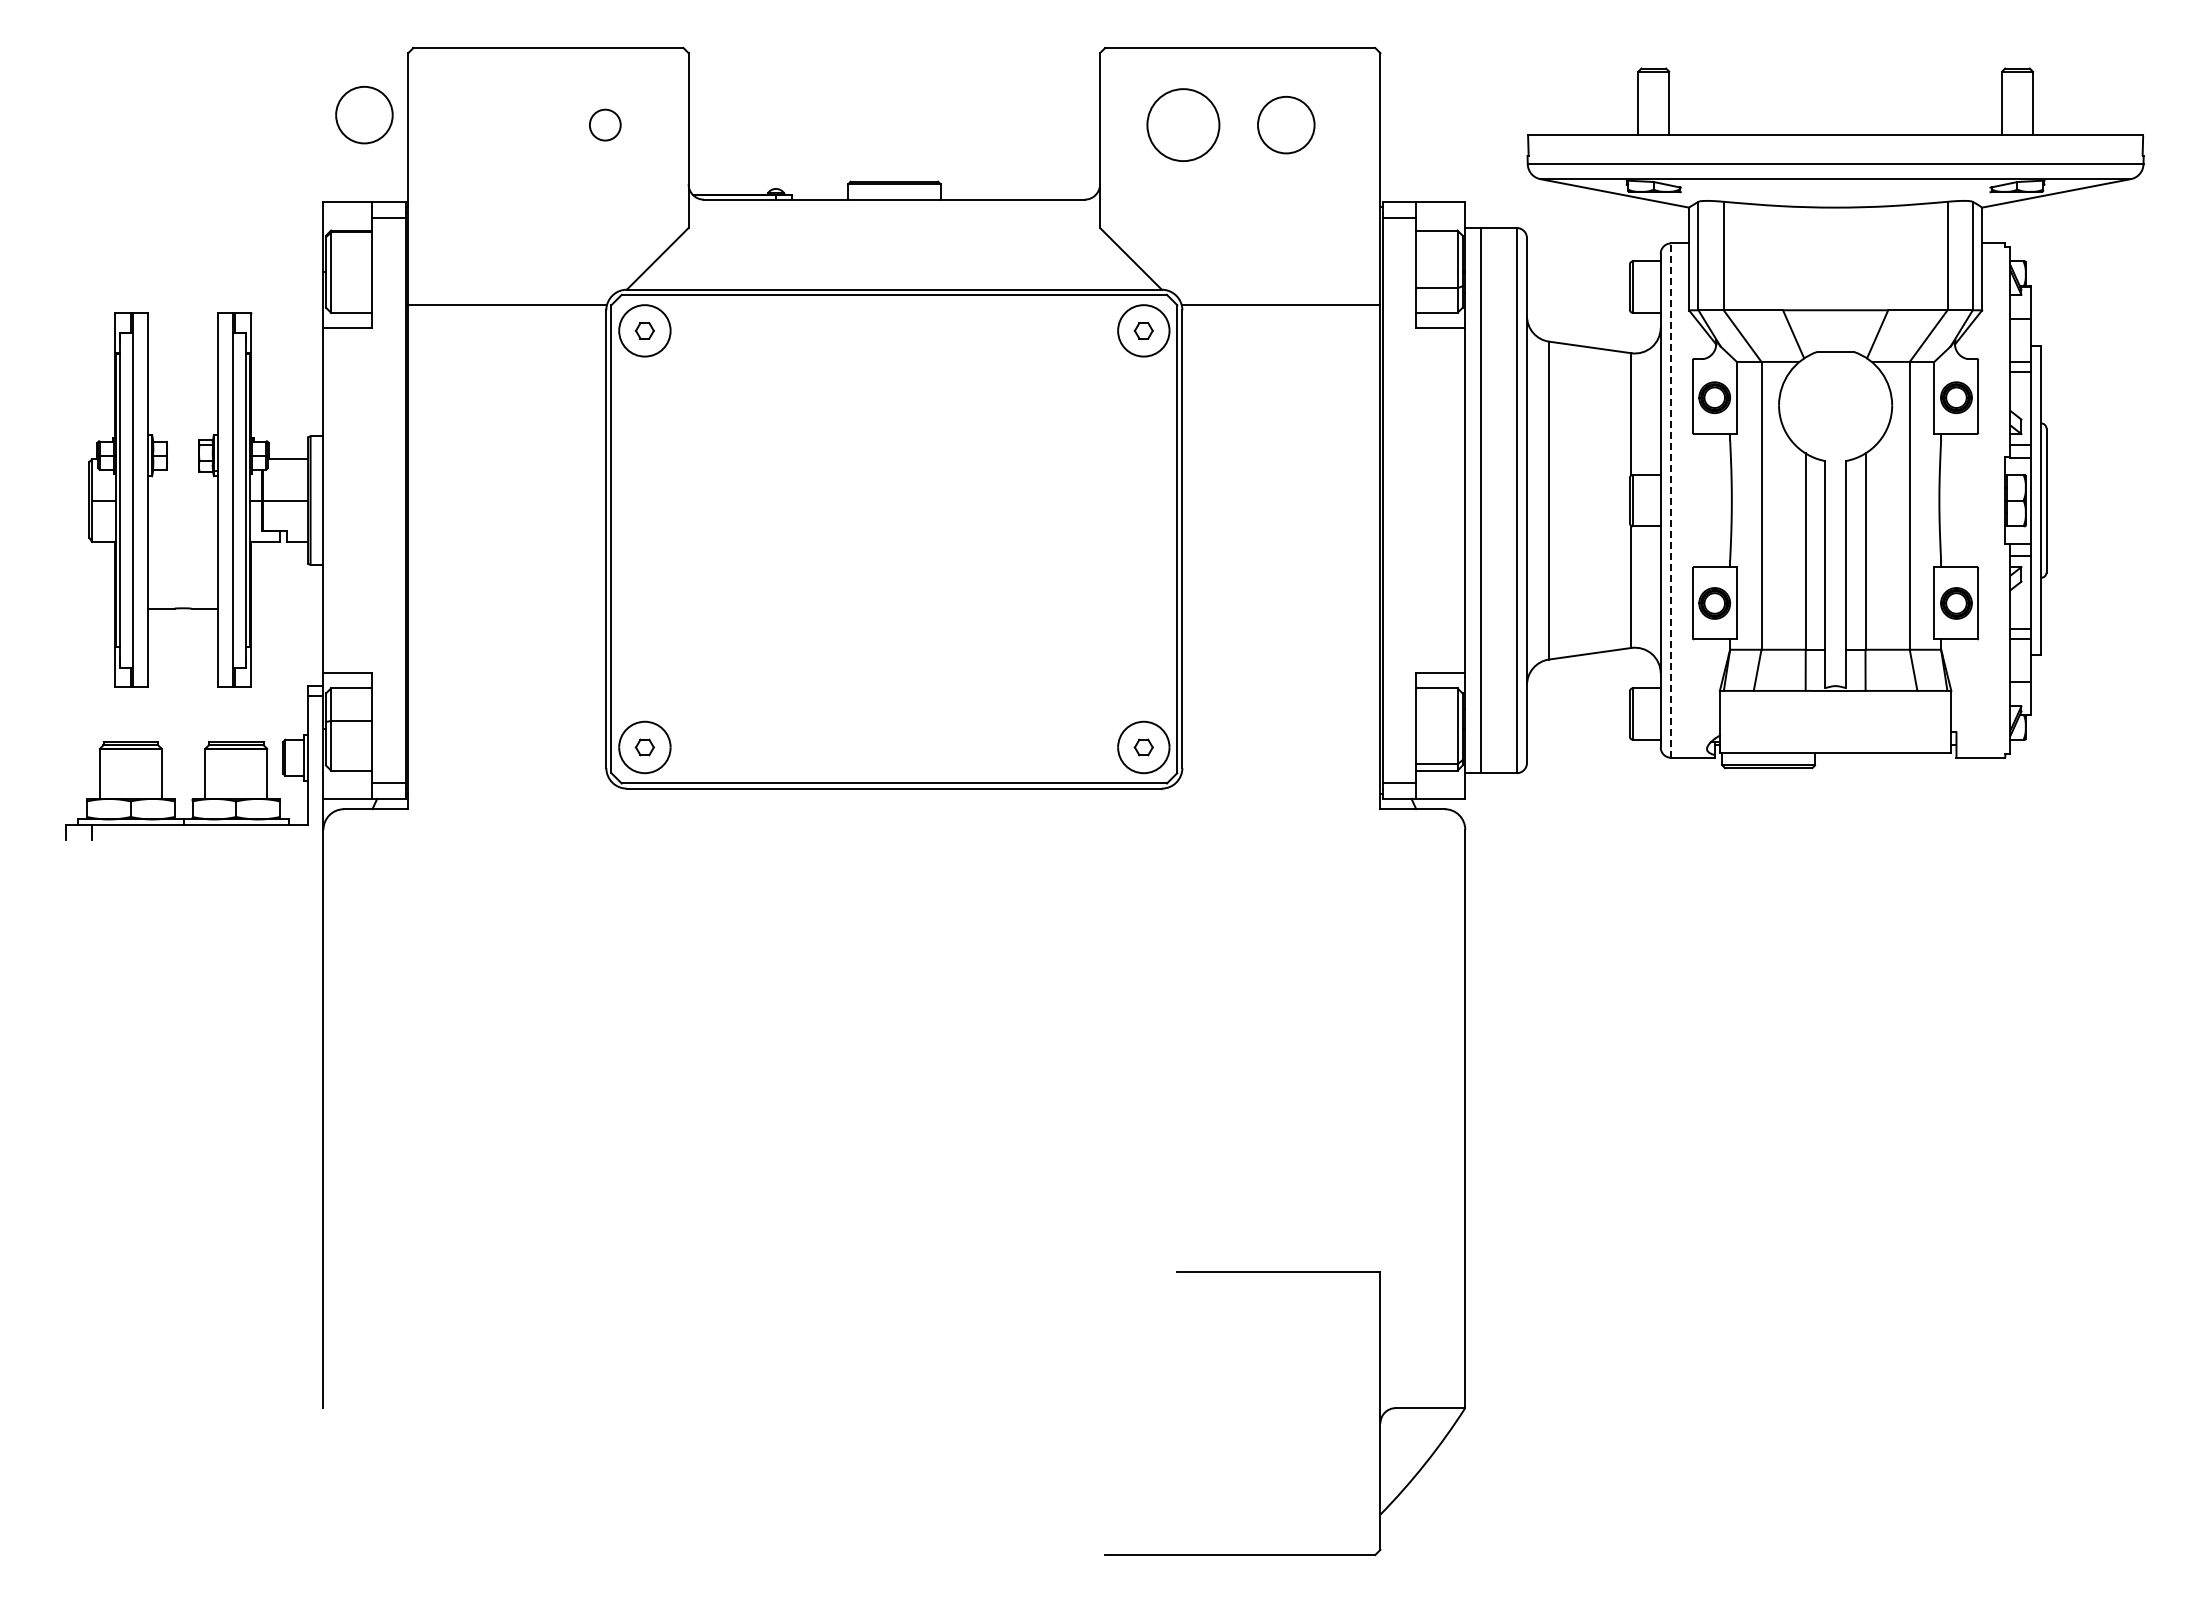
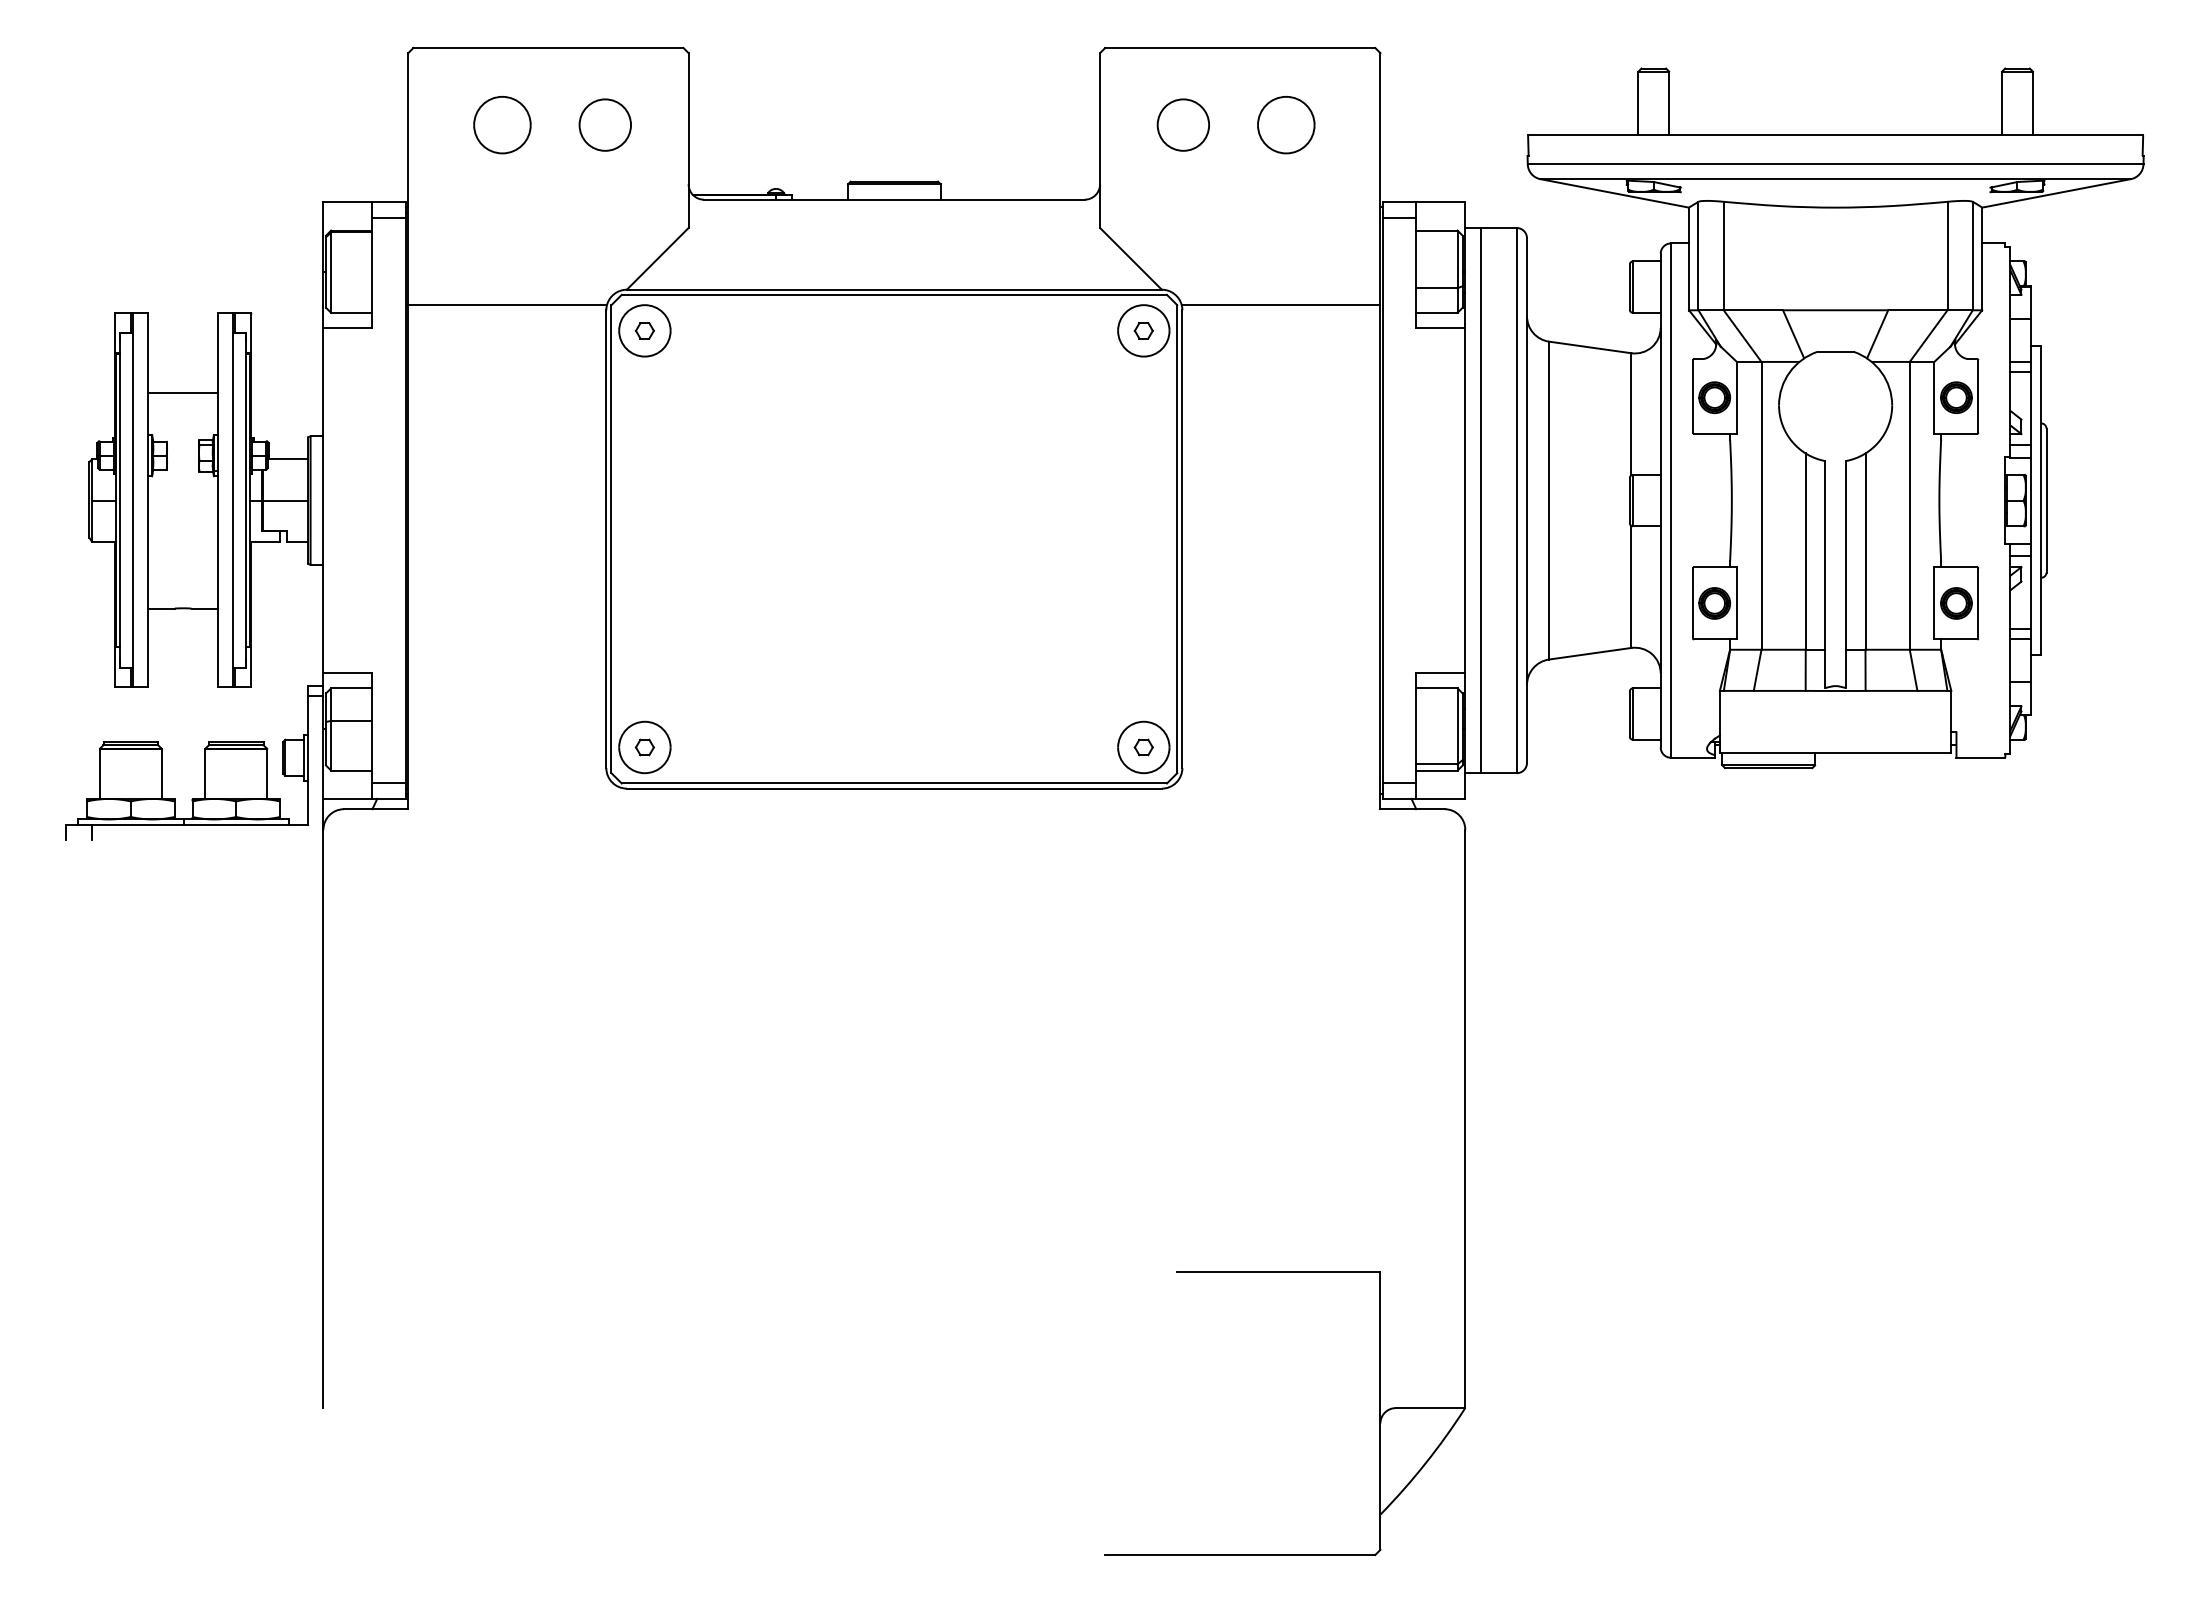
part at (364, 115) position: (364, 115) -> (502, 125)
circle at (604, 124) diameter: 31 px -> 51 px
circle at (1183, 125) diameter: 72 px -> 51 px
line at (183, 392): none -> present
line at (1671, 500): dashed -> solid
